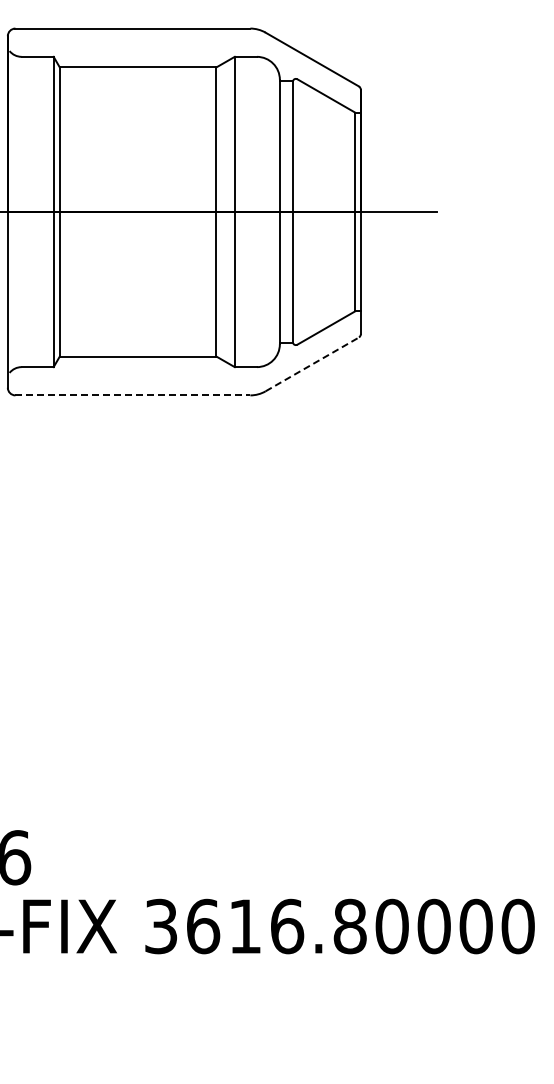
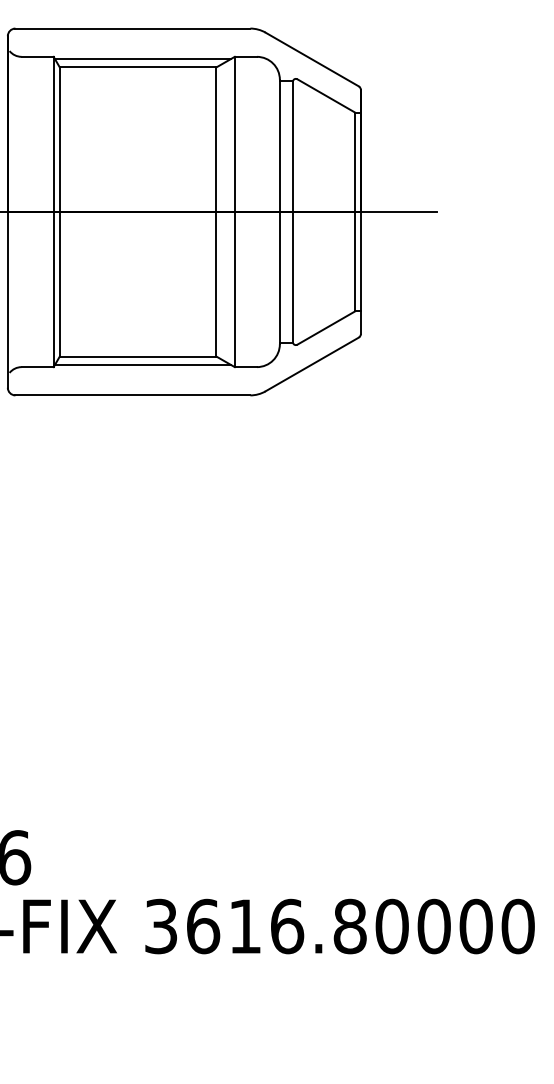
line at (142, 59): none -> present
line at (142, 364): none -> present
line at (312, 364): dashed -> solid
line at (133, 395): dashed -> solid
